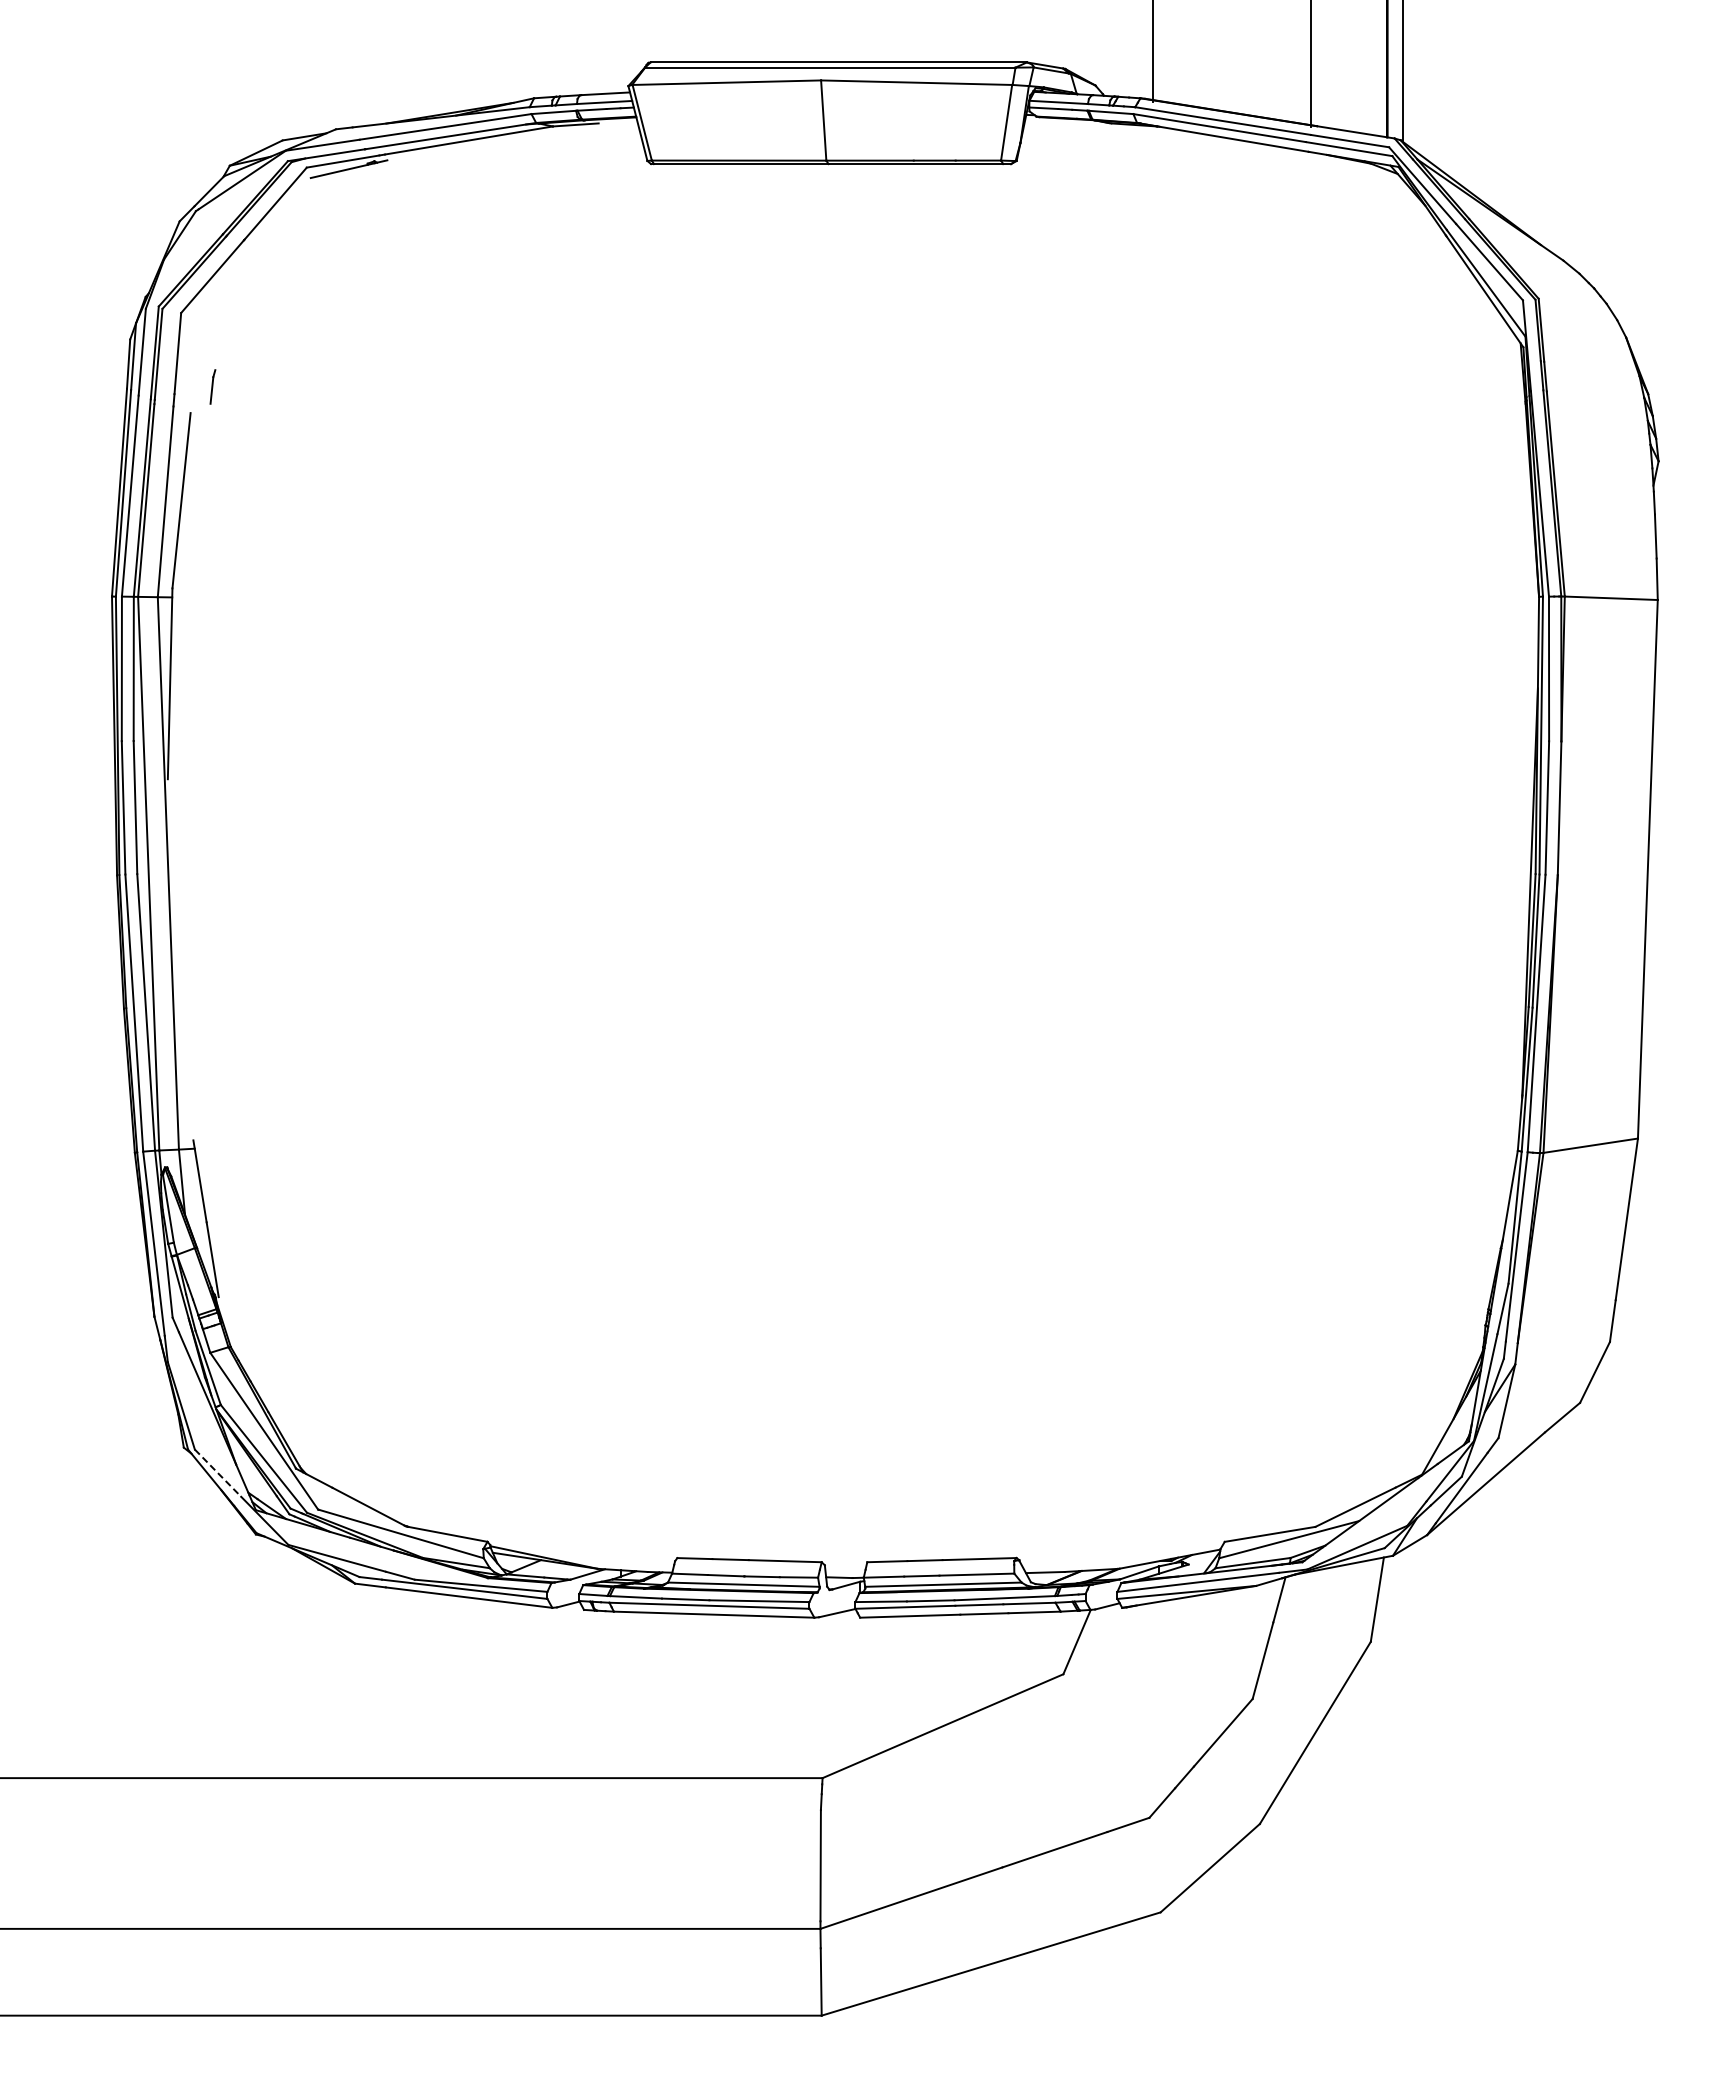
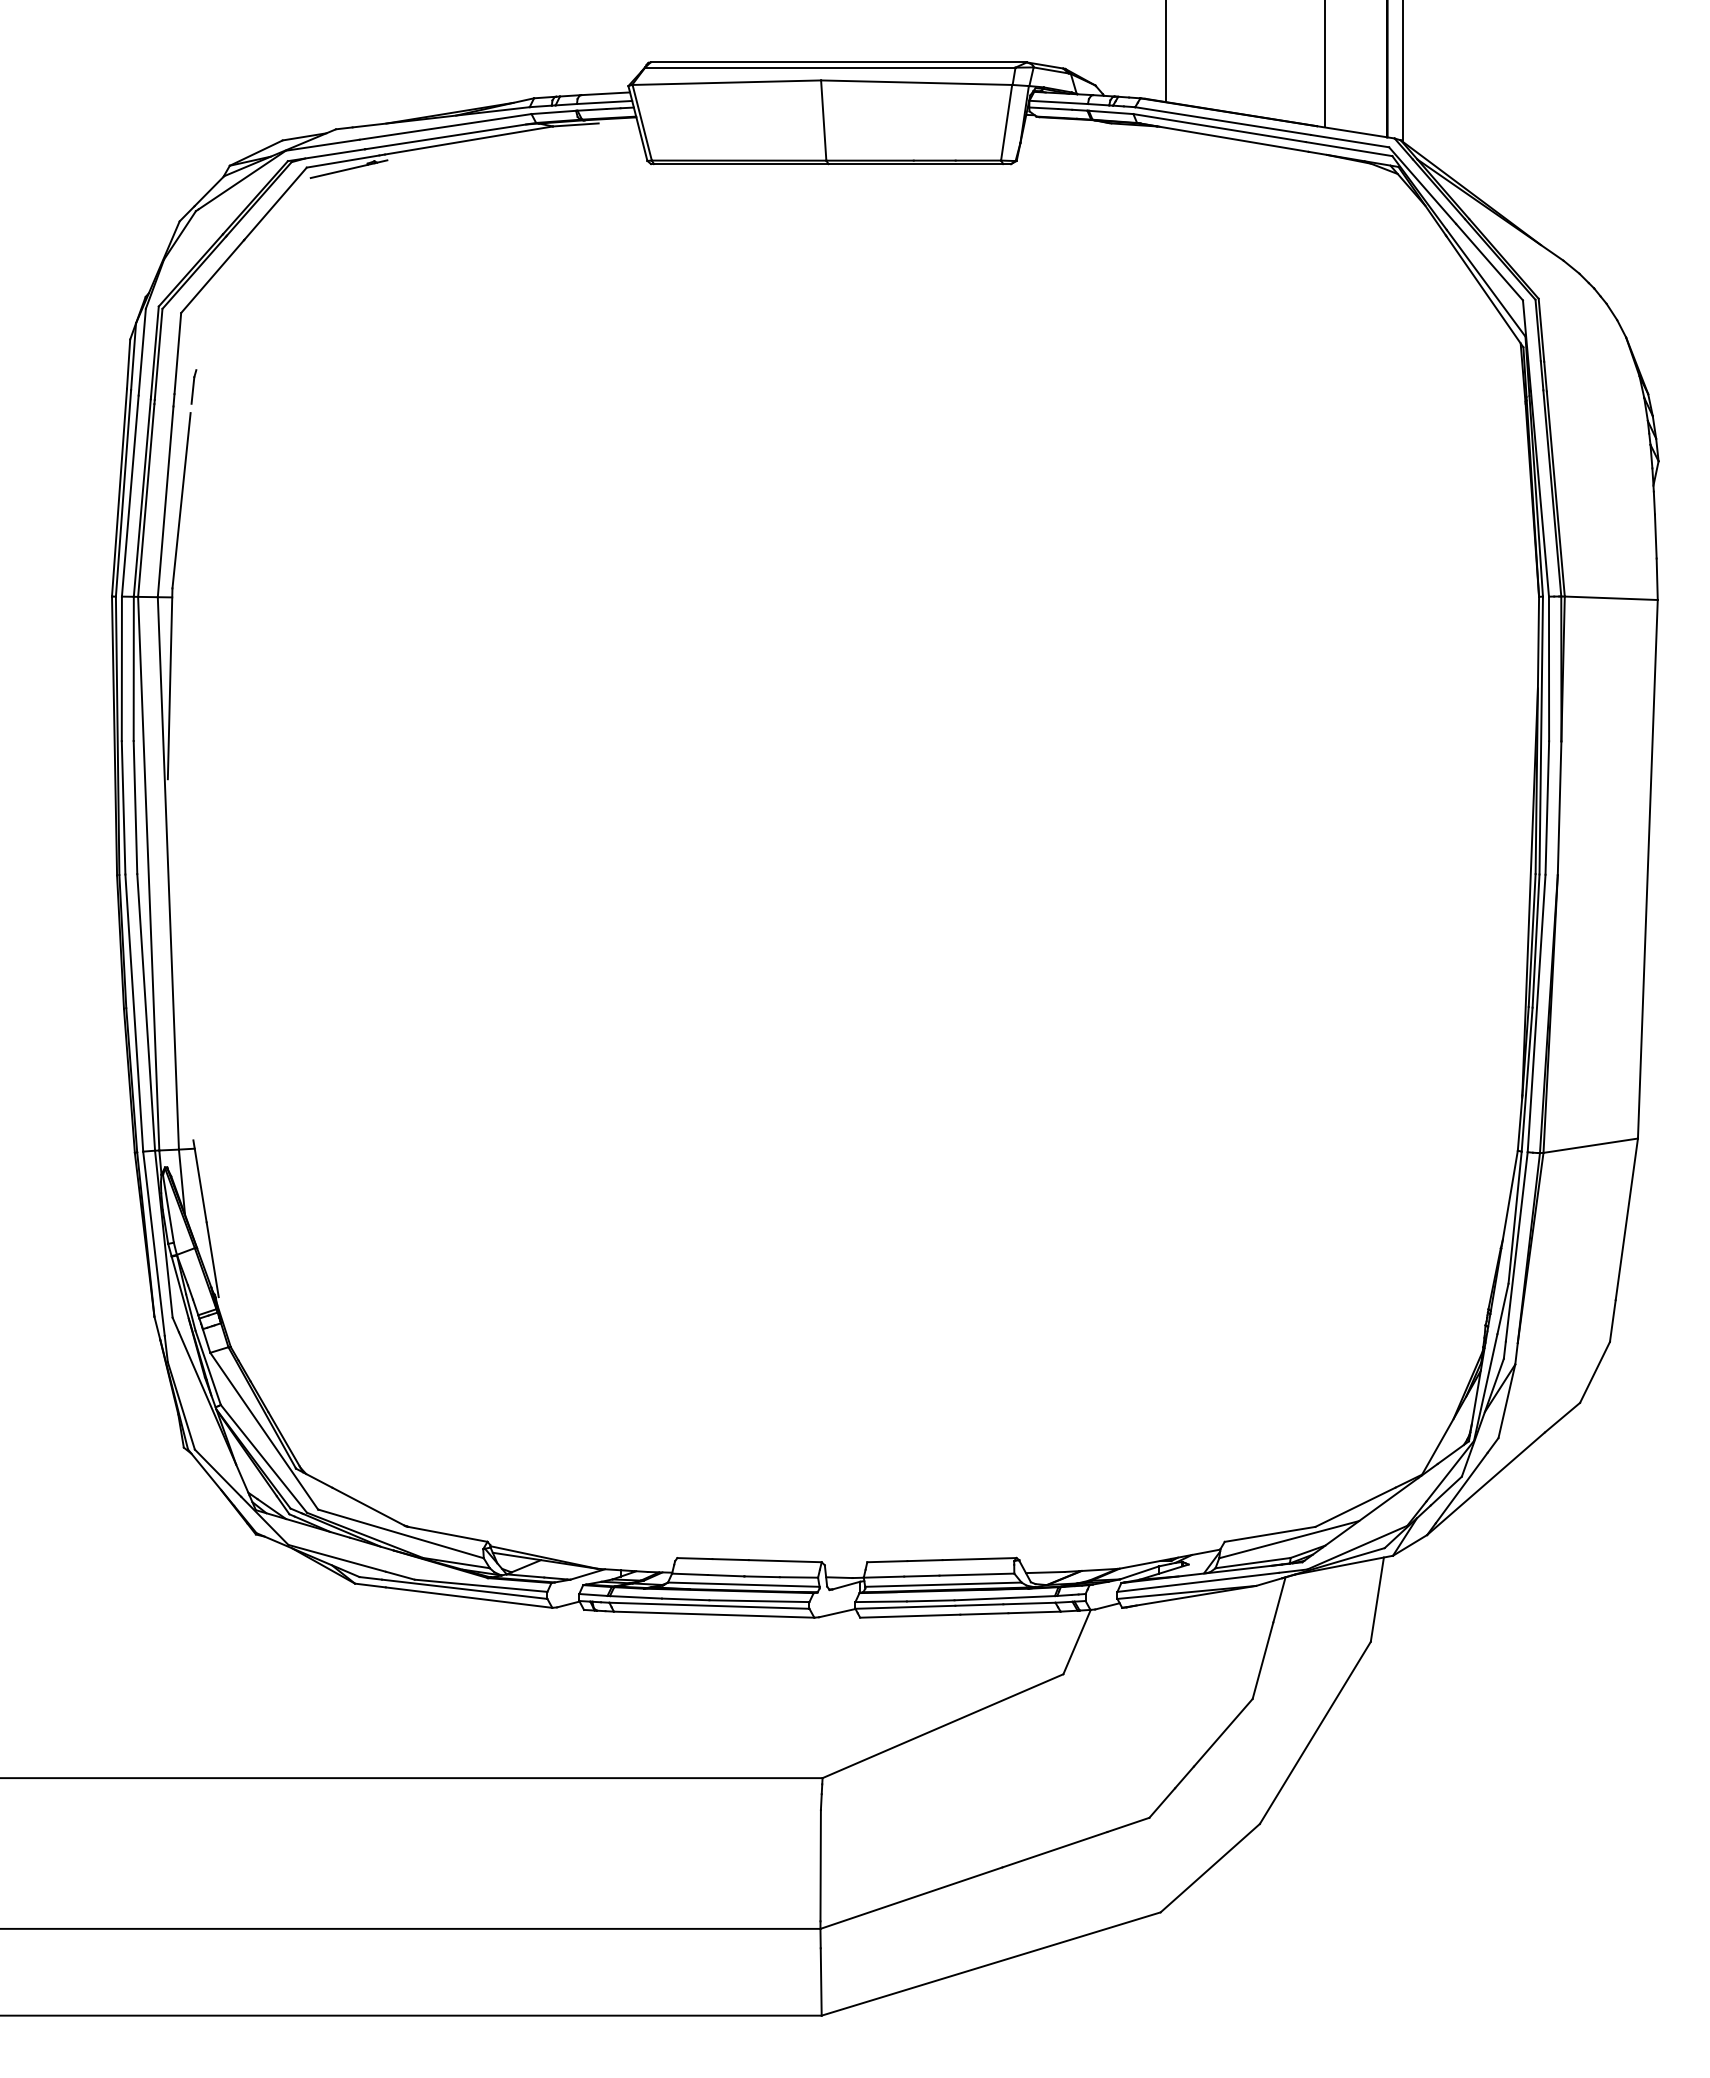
line at (1153, 52) position: (1153, 52) -> (1166, 52)
line at (1310, 64) position: (1310, 64) -> (1324, 64)
line at (212, 386) position: (212, 386) -> (193, 386)
line at (218, 1473): dashed -> solid
